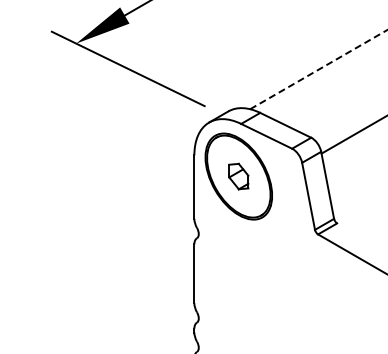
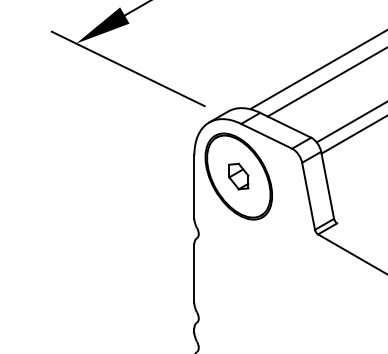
line at (319, 69): dashed -> solid
line at (325, 82): none -> present
line at (350, 122): none -> present
